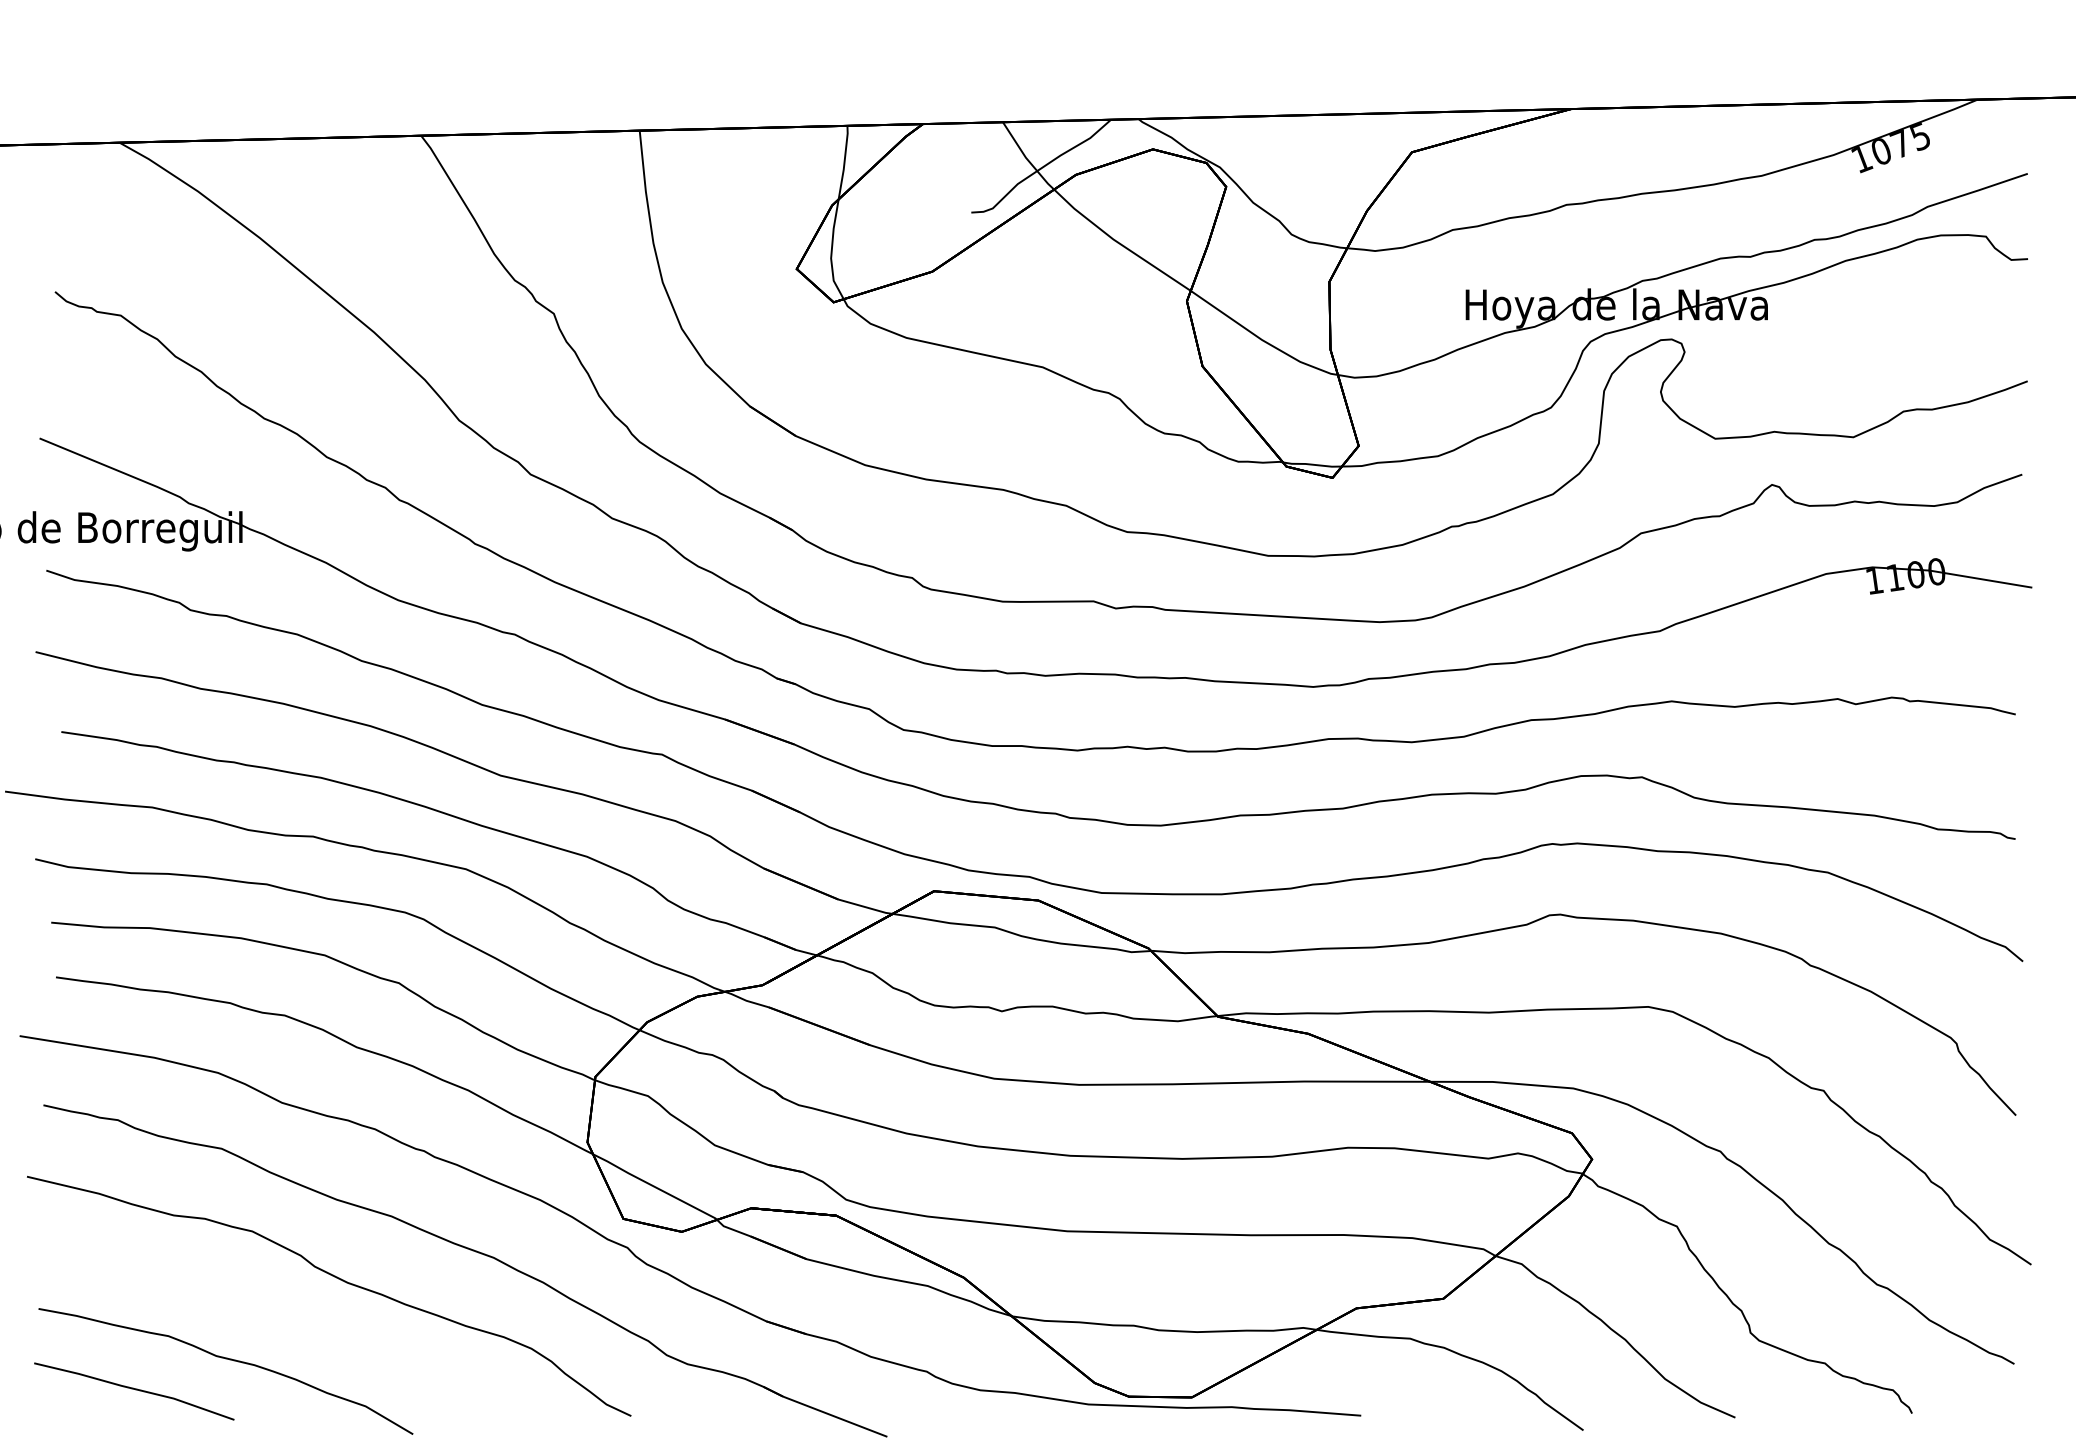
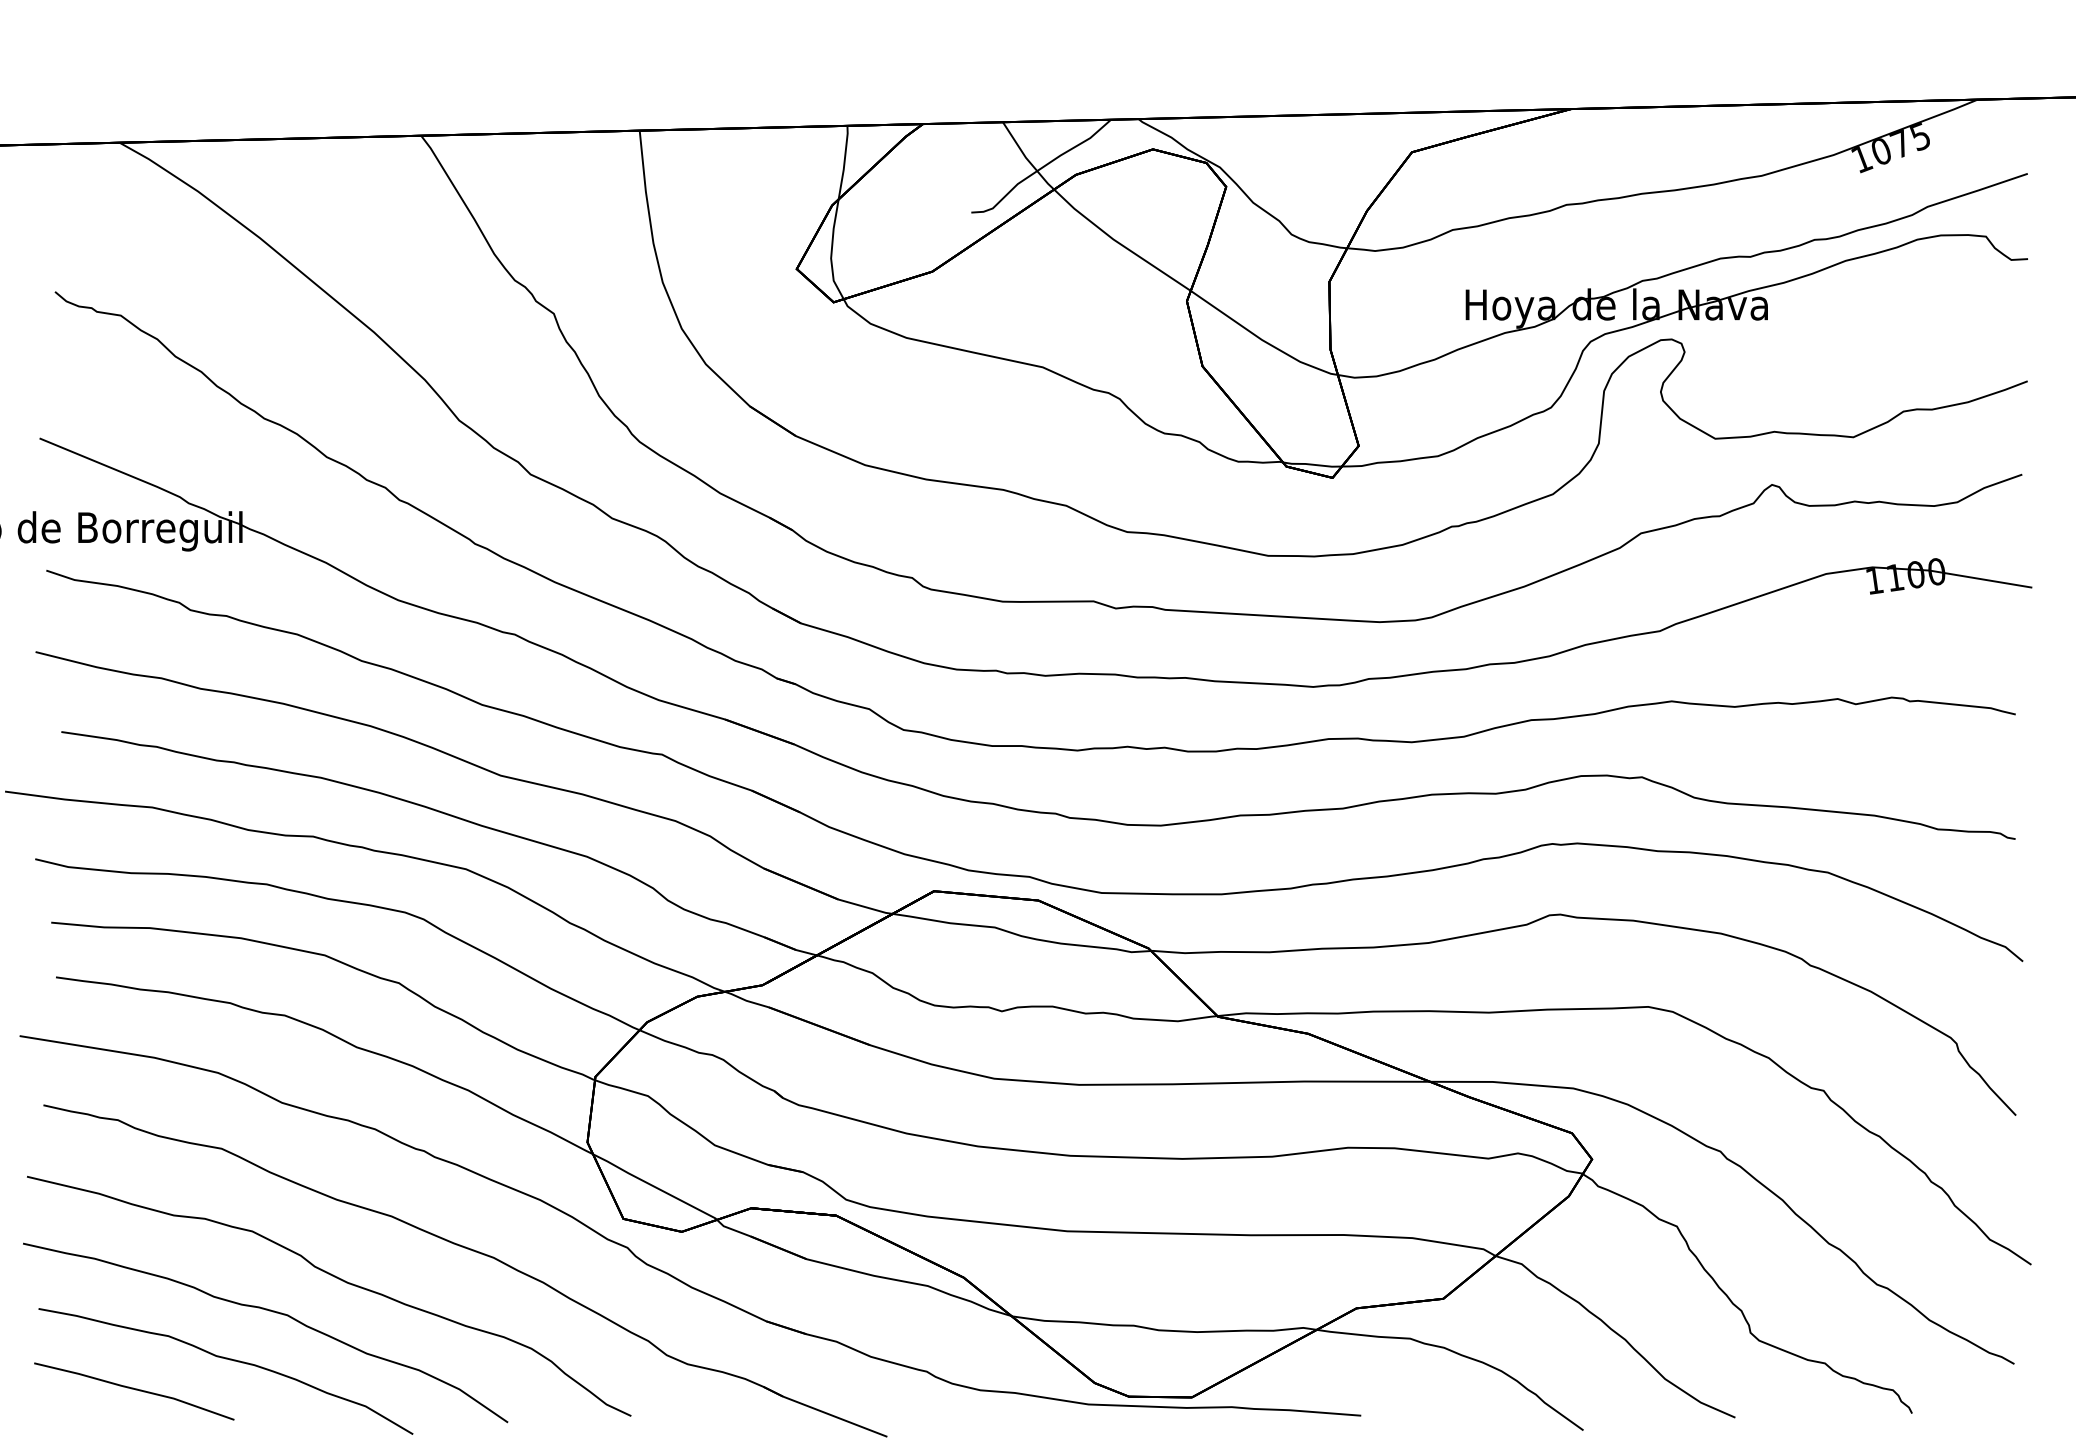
curve at (272, 1312): none -> present
